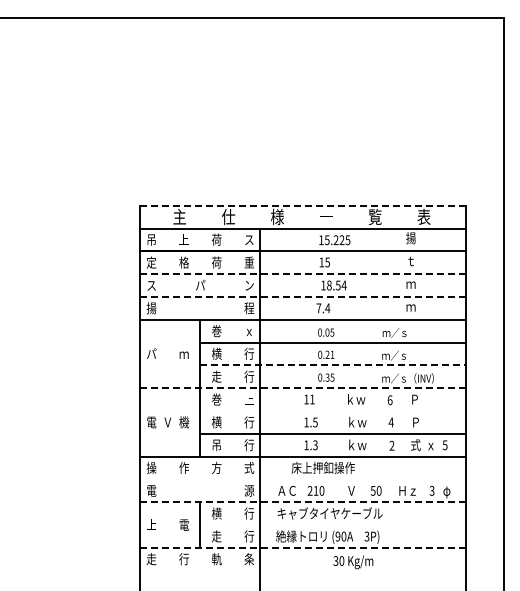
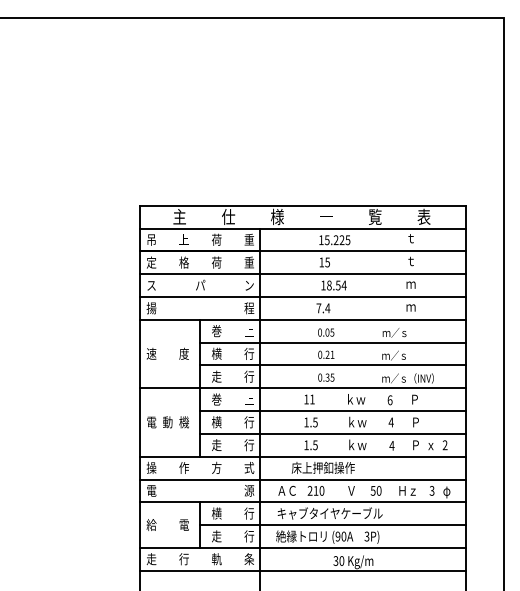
line at (302, 205): dashed -> solid
text at (410, 238): 揚 -> ｔ
text at (248, 239): ス -> 重
line at (302, 274): dashed -> solid
line at (302, 297): dashed -> solid
text at (249, 332): ｘ -> 上
text at (151, 353): パ -> 速
text at (183, 353): ｍ -> 度
line at (332, 365): dashed -> solid
line at (302, 388): dashed -> solid
line at (332, 411): none -> present
text at (167, 422): Ｖ -> 動
text at (315, 444): 1.3 -> 1.5
text at (216, 445): 吊 -> 走
text at (391, 445): 2 -> 4
text at (415, 445): 式 -> Ｐ
text at (444, 445): 5 -> 2
line at (302, 479): none -> present
line at (302, 502): dashed -> solid
text at (151, 524): 上 -> 給
line at (332, 525): none -> present
line at (302, 547): dashed -> solid
line at (302, 570): none -> present
